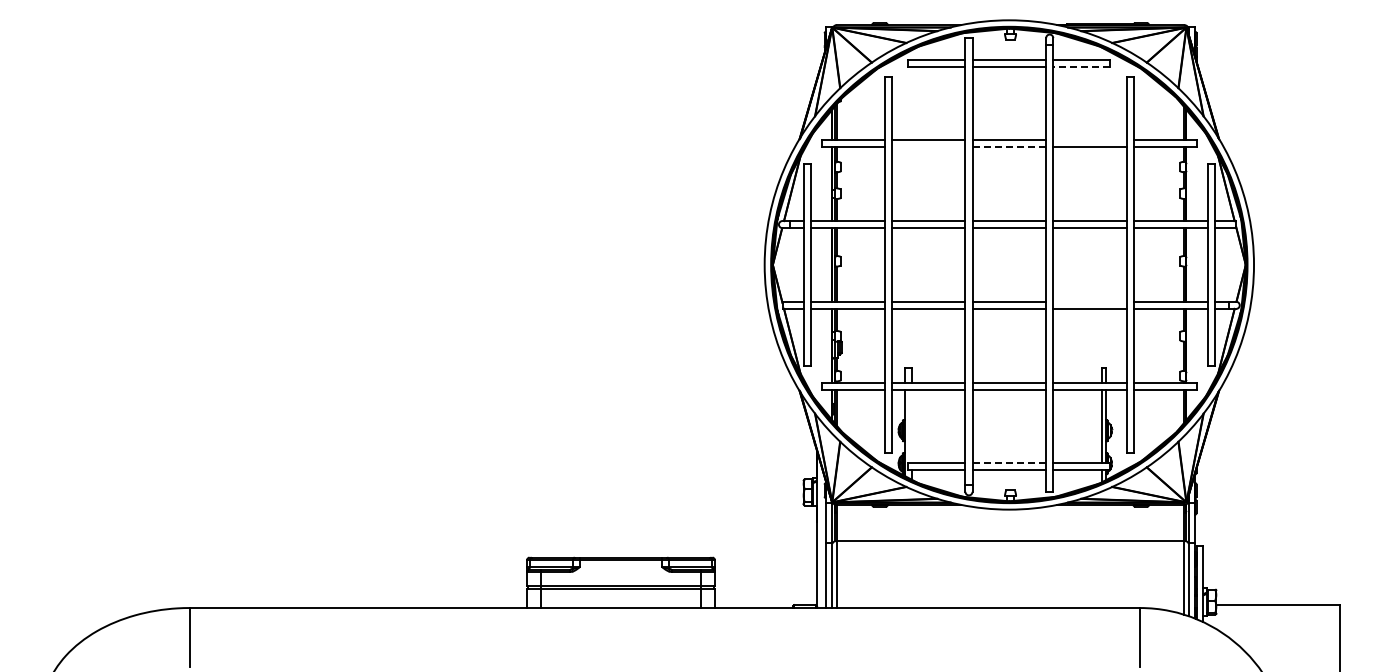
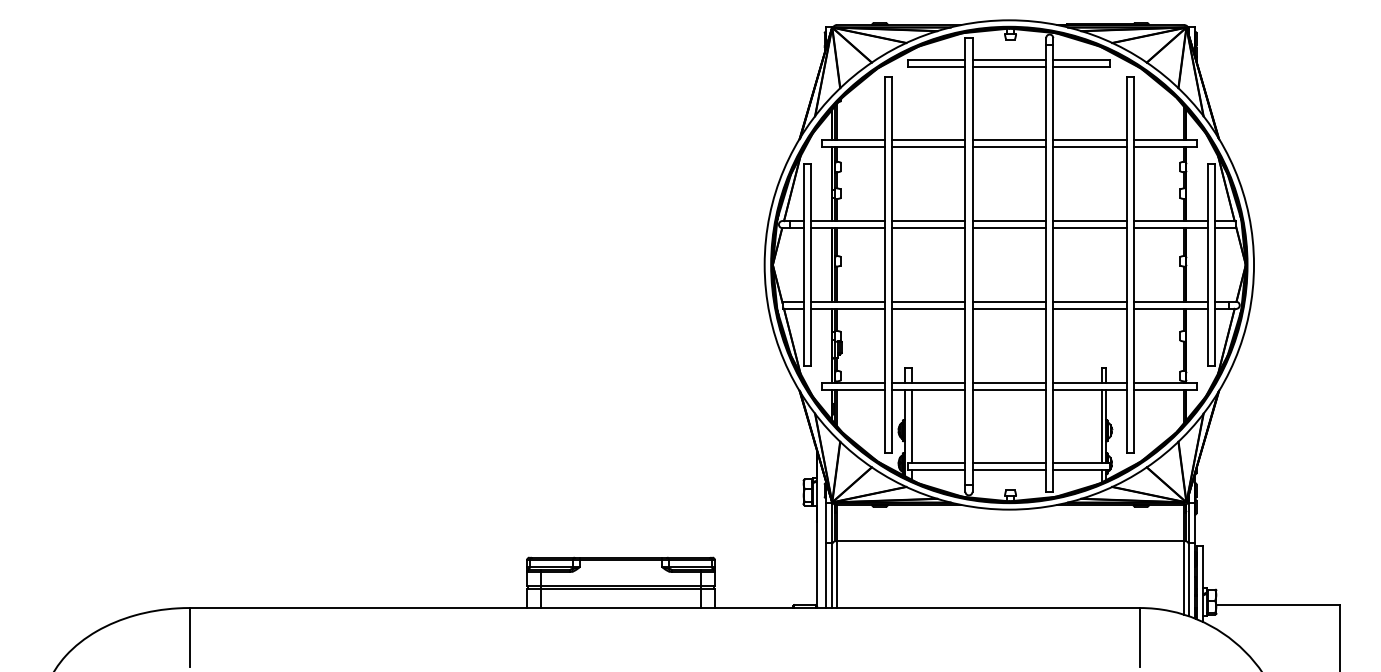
line at (1081, 66): dashed -> solid
line at (1089, 140): none -> present
line at (928, 147): none -> present
line at (1009, 147): dashed -> solid
line at (1089, 301): none -> present
line at (912, 426): none -> present
line at (1009, 463): dashed -> solid
